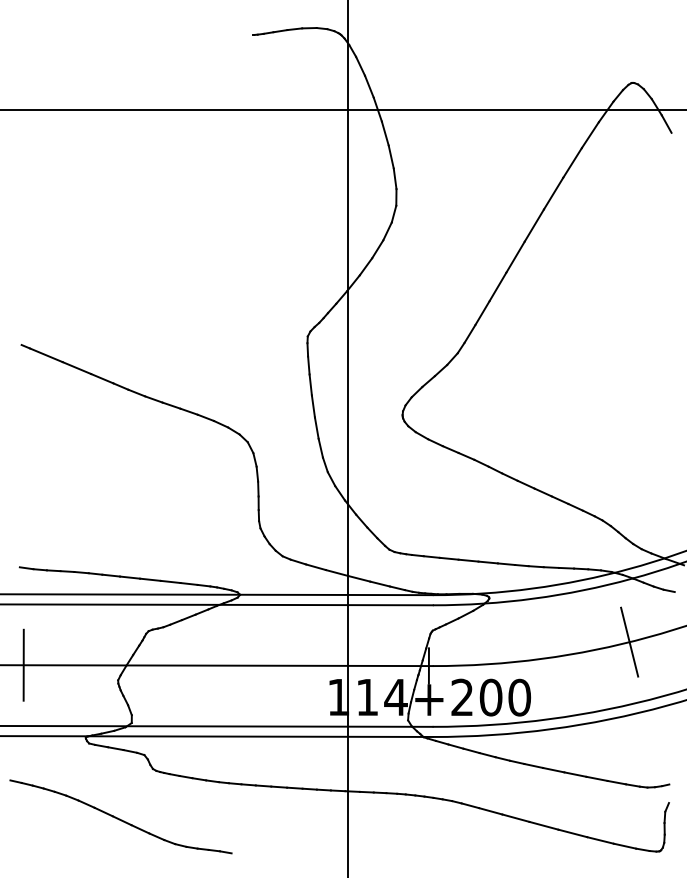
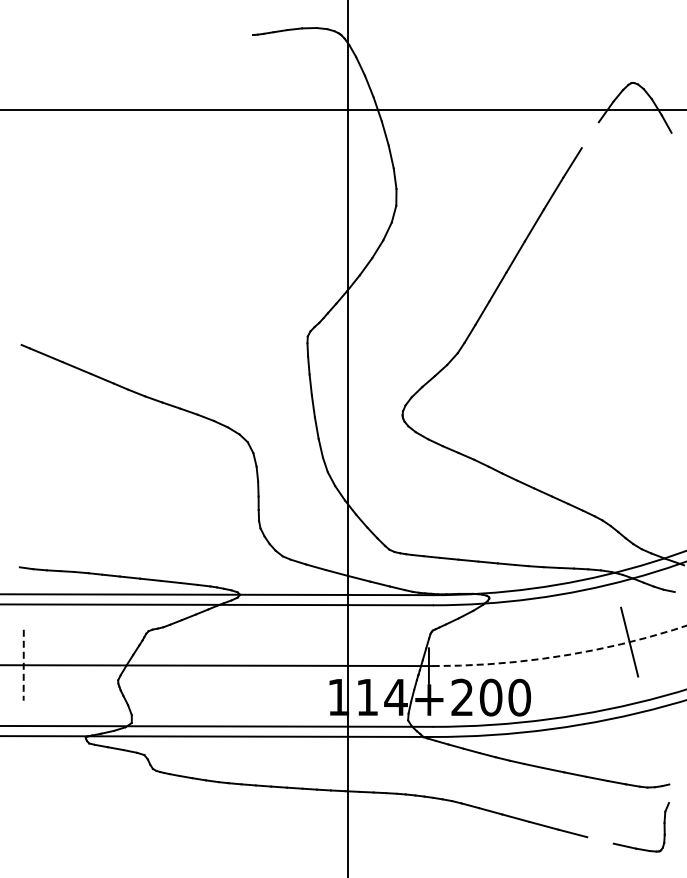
line at (589, 135): present -> none
arc at (561, 655): solid -> dashed
line at (23, 665): solid -> dashed
part at (120, 816): present -> none
line at (600, 840): present -> none
